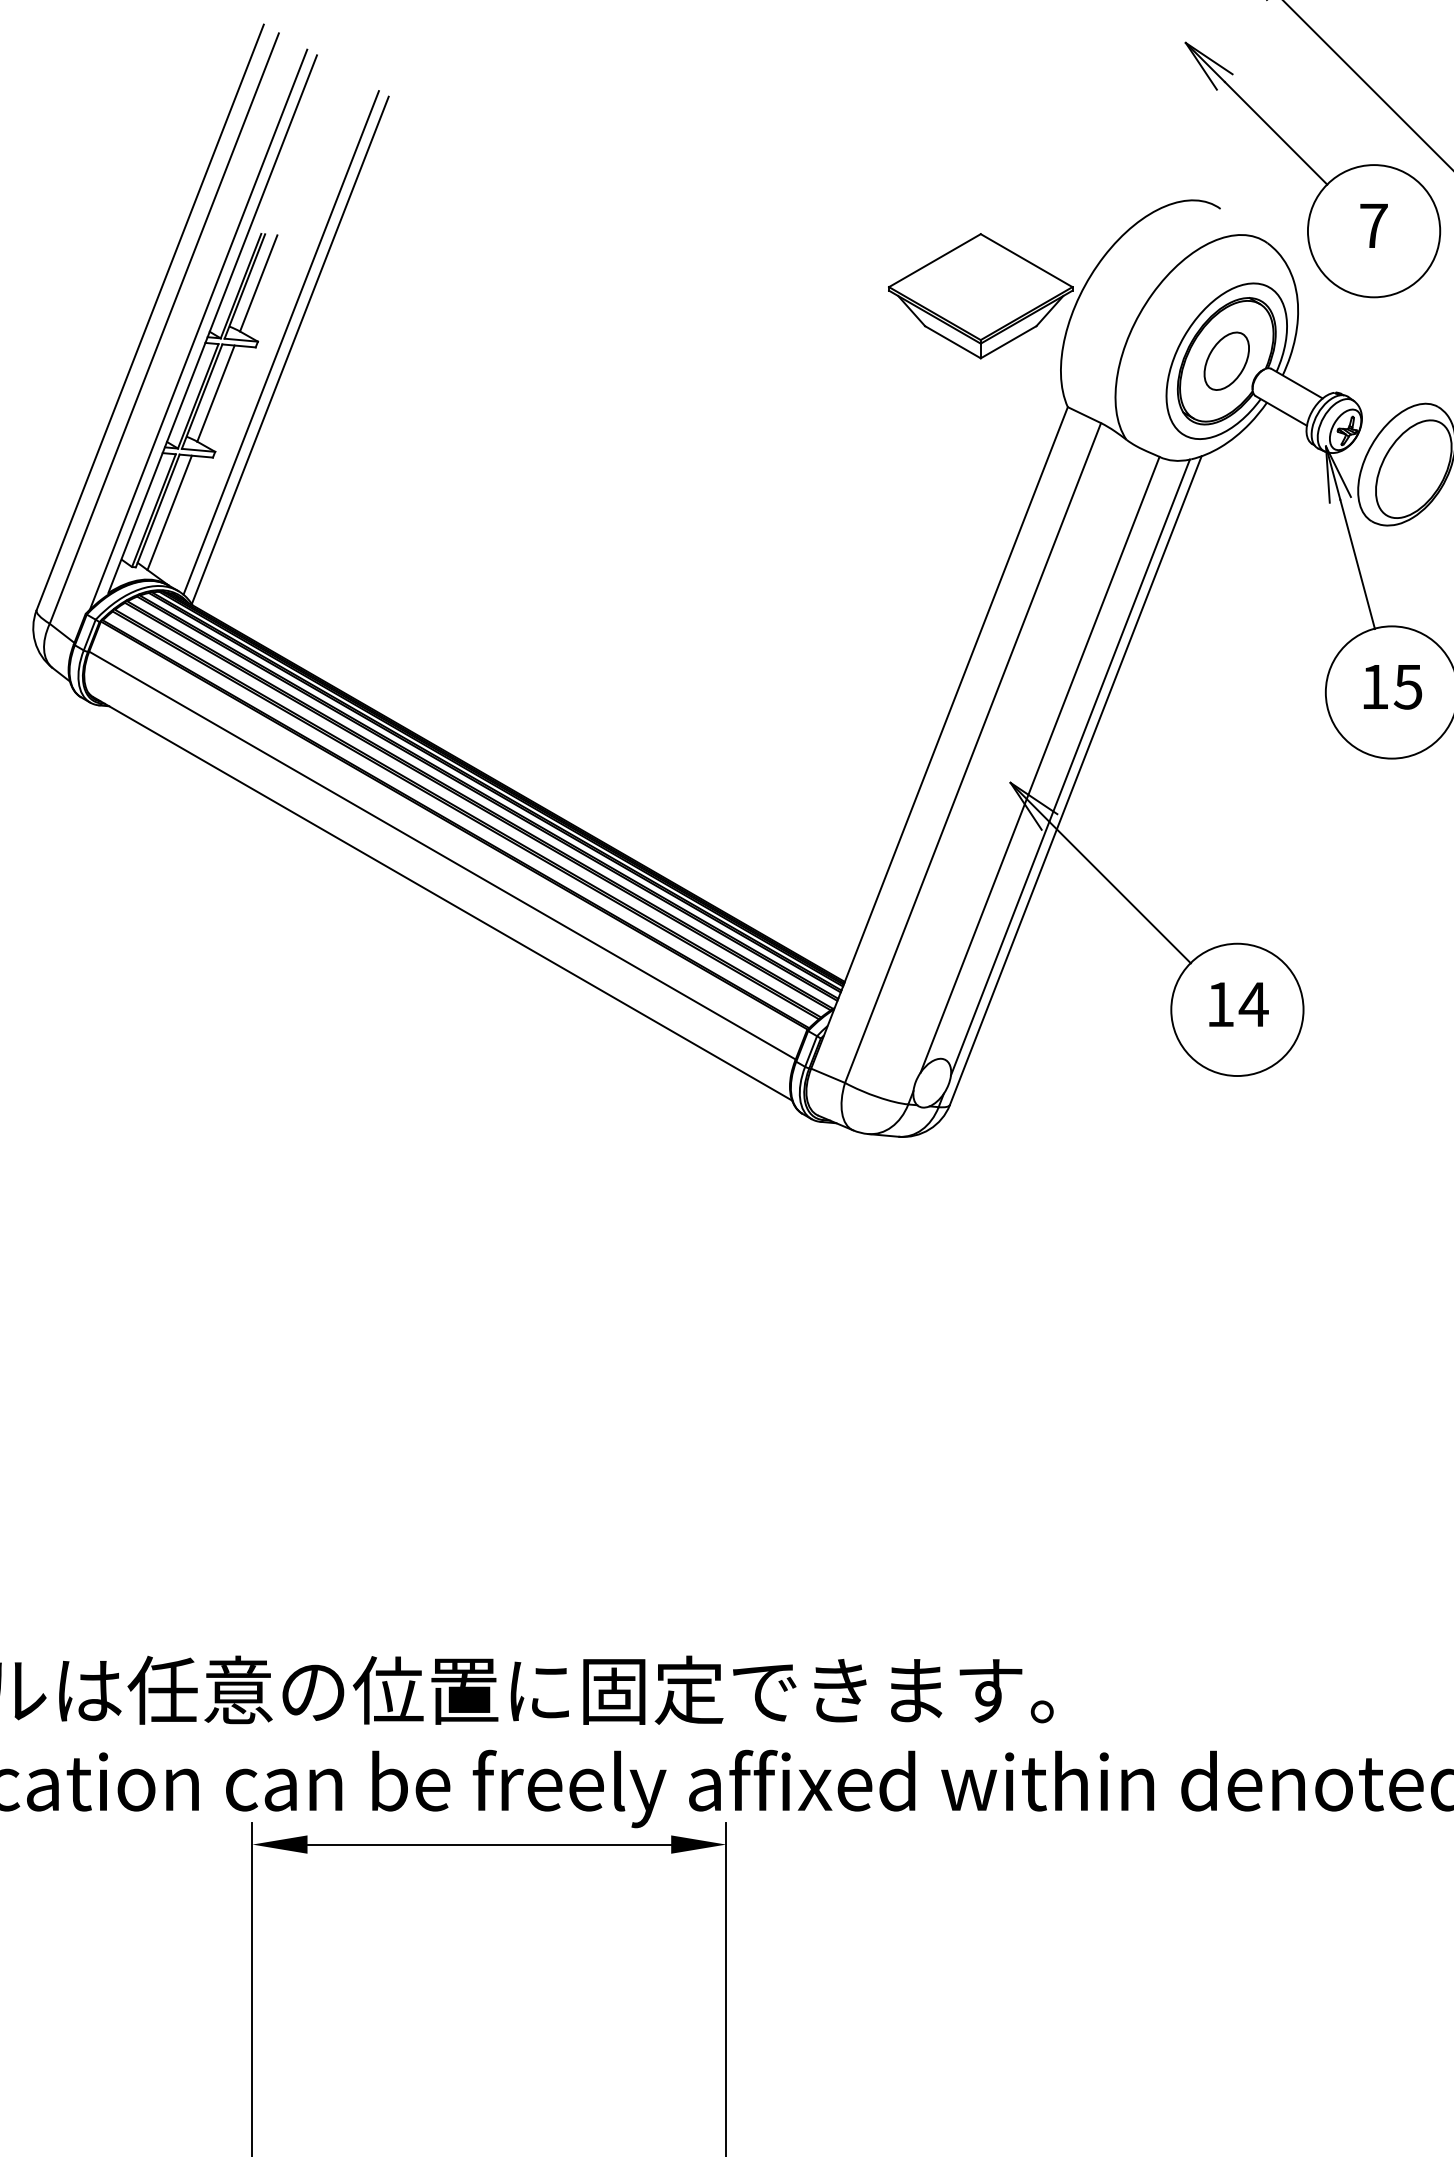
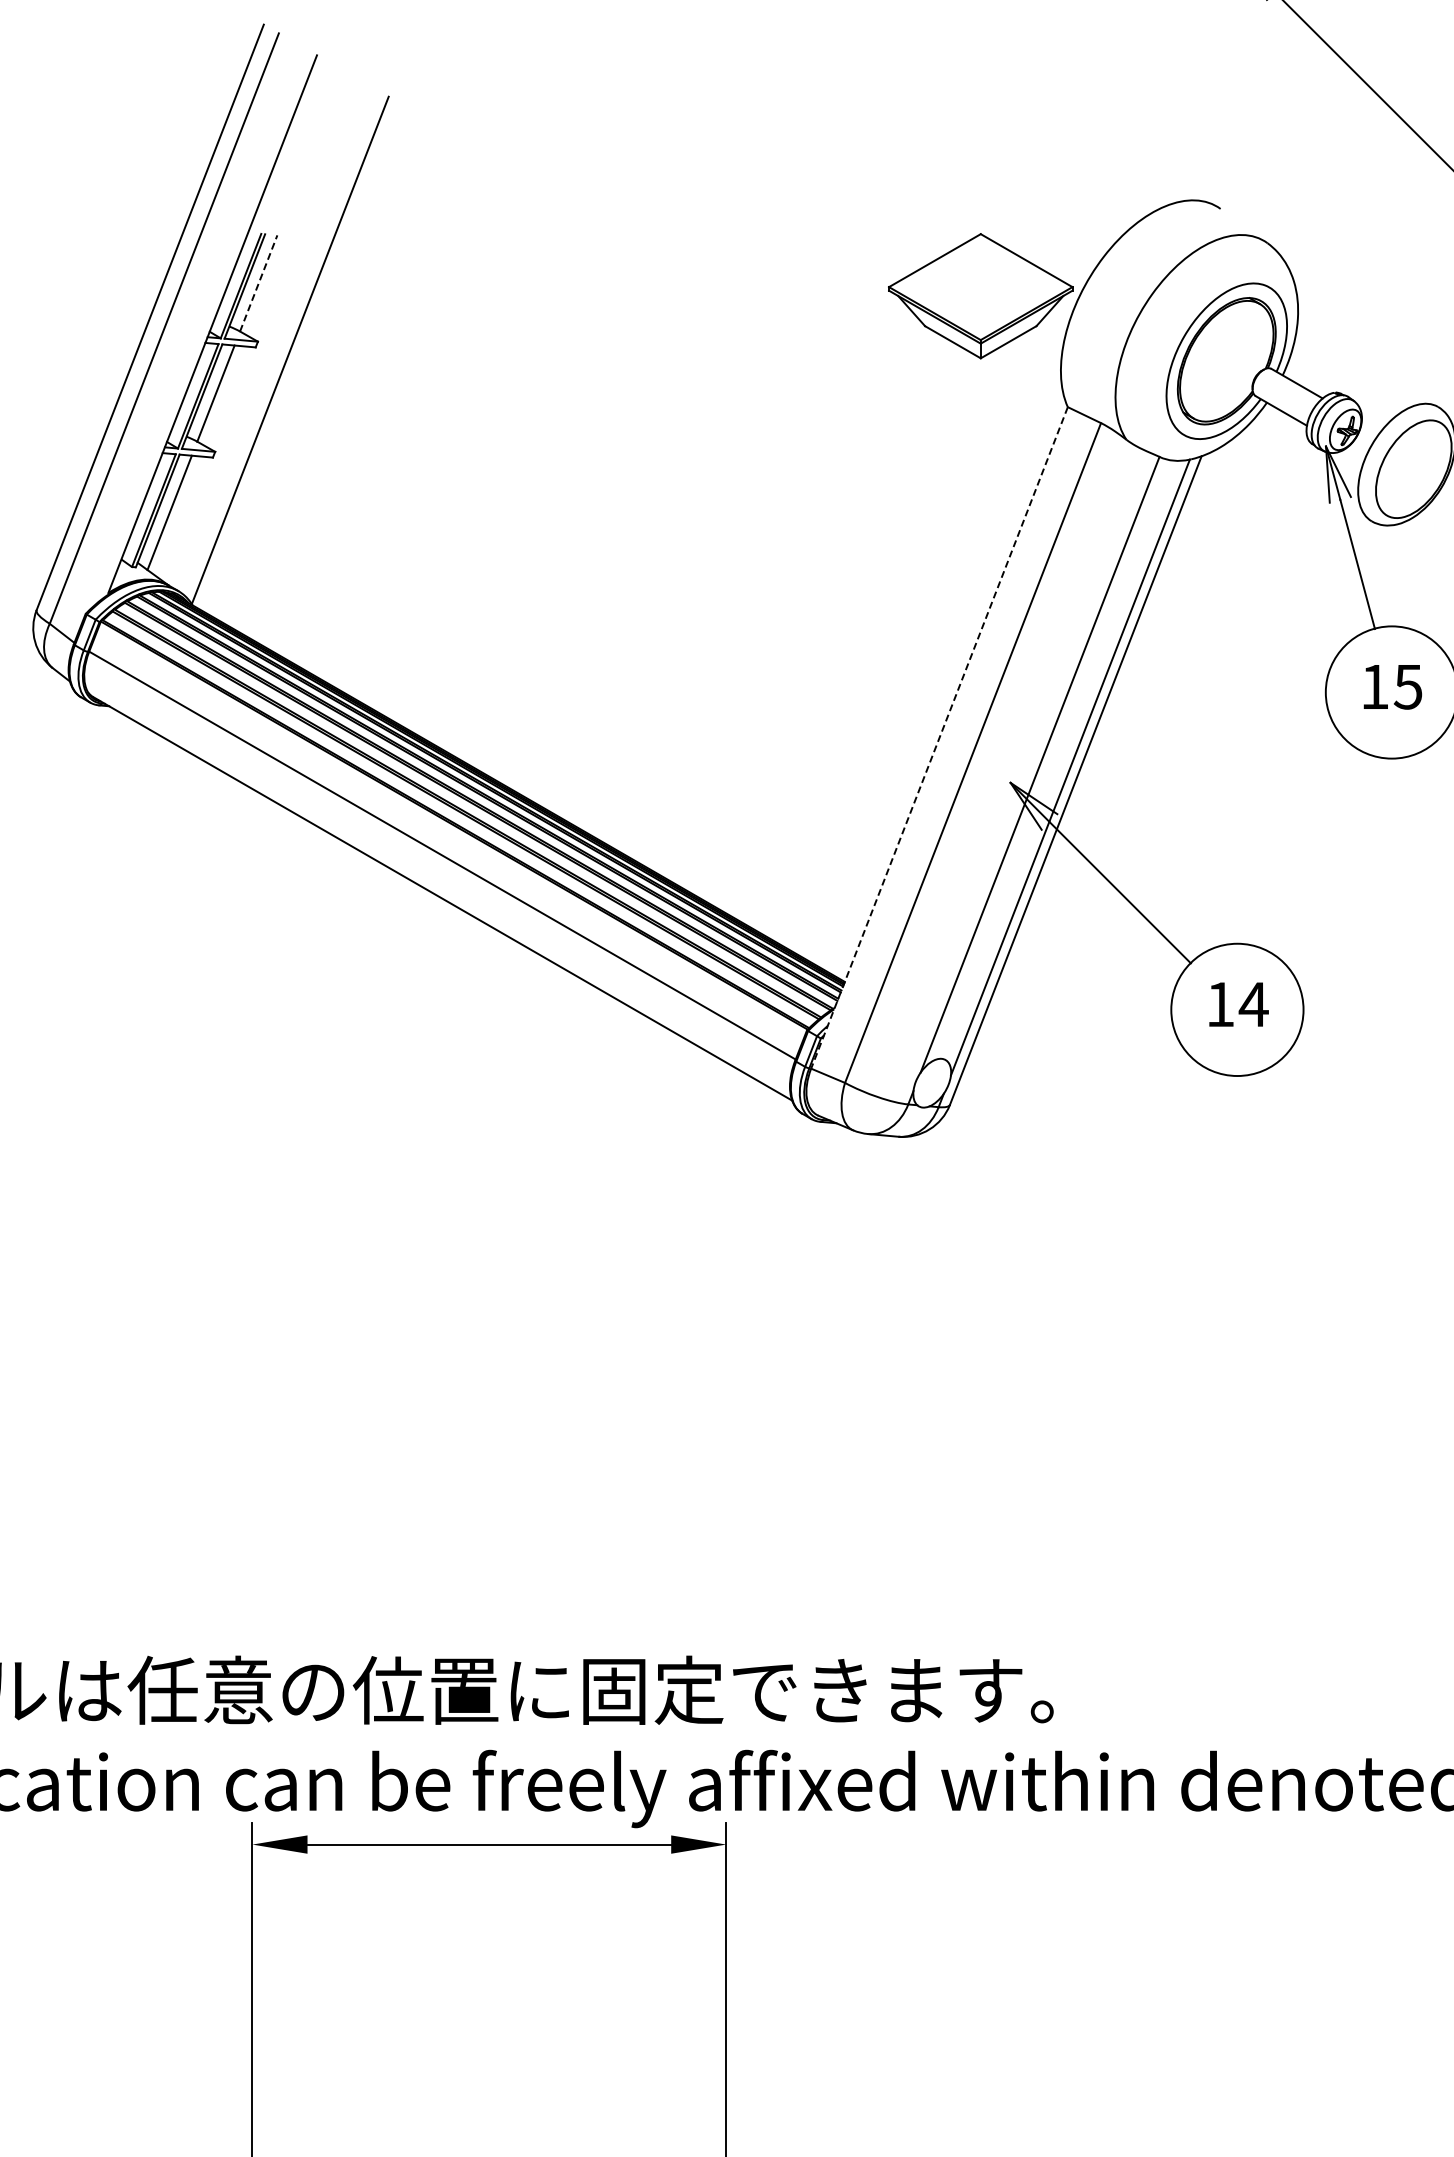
part at (1312, 169): present -> none
line at (258, 283): solid -> dashed
line at (198, 329): present -> none
line at (280, 342): present -> none
part at (1226, 360): present -> none
line at (939, 737): solid -> dashed
